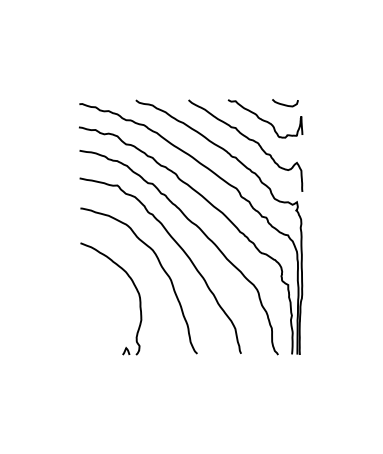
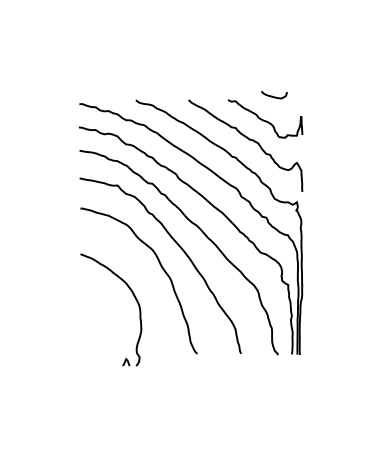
curve at (285, 104) position: (285, 104) -> (274, 96)
part at (134, 287) position: (134, 287) -> (134, 298)
